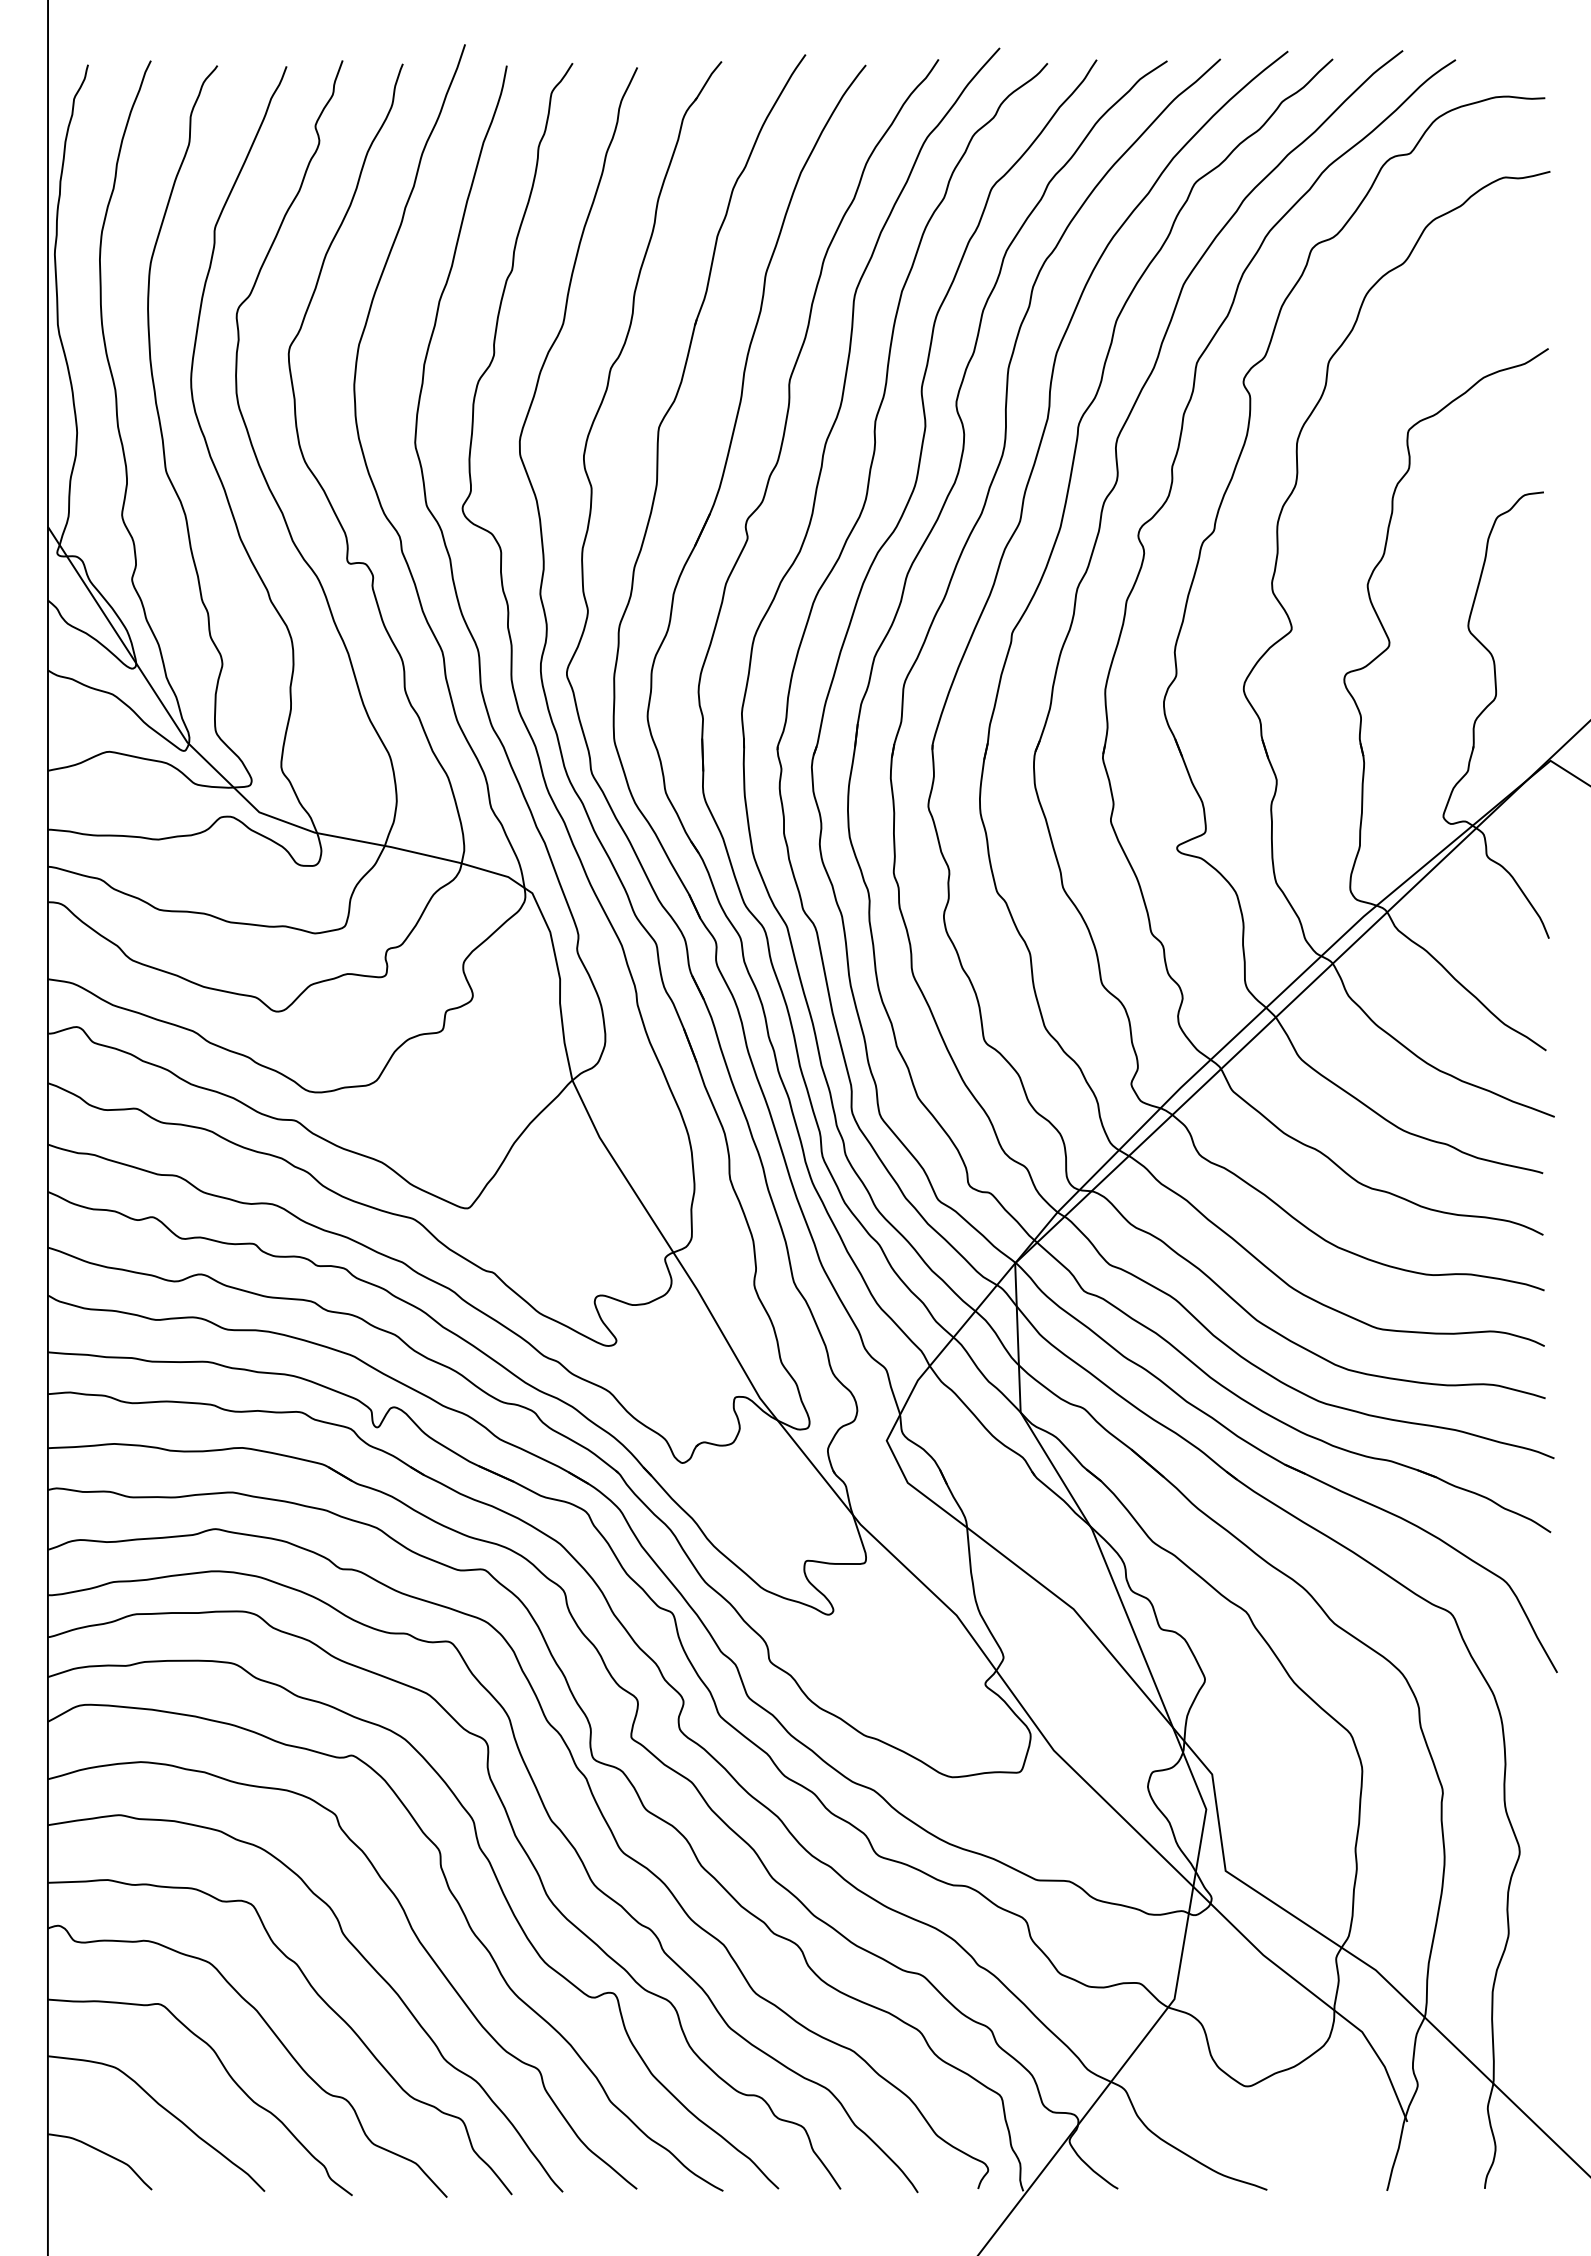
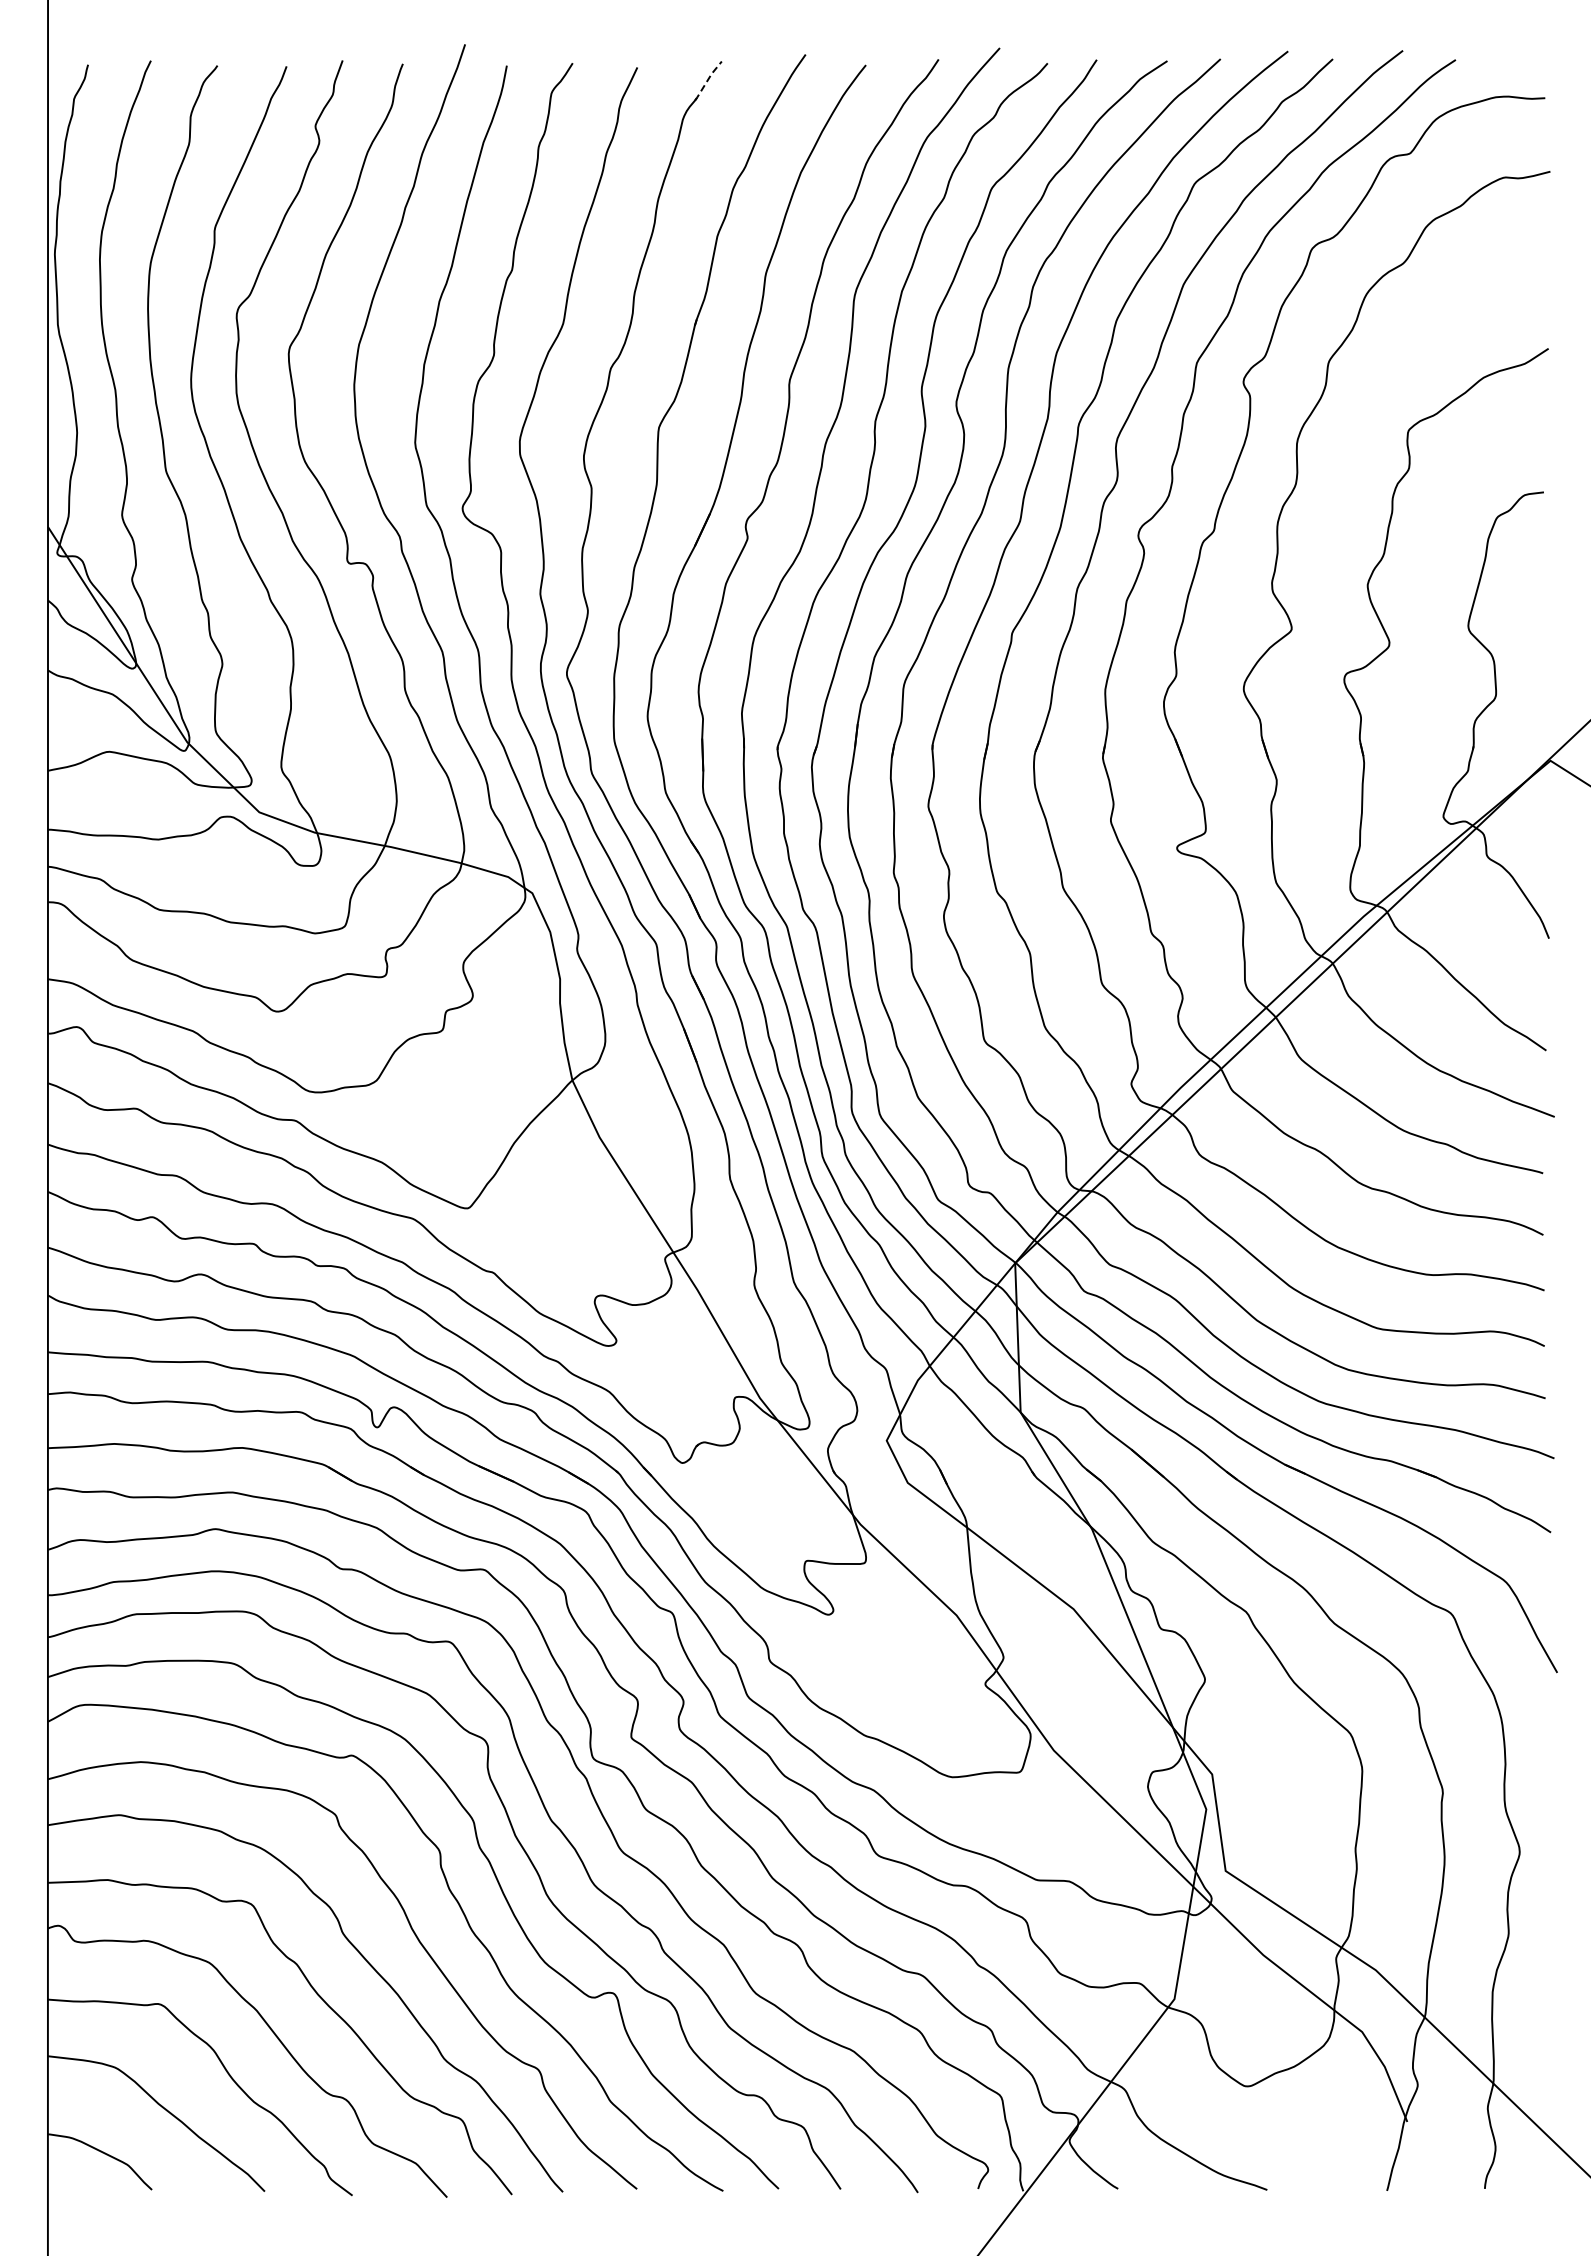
line at (707, 80): solid -> dashed
